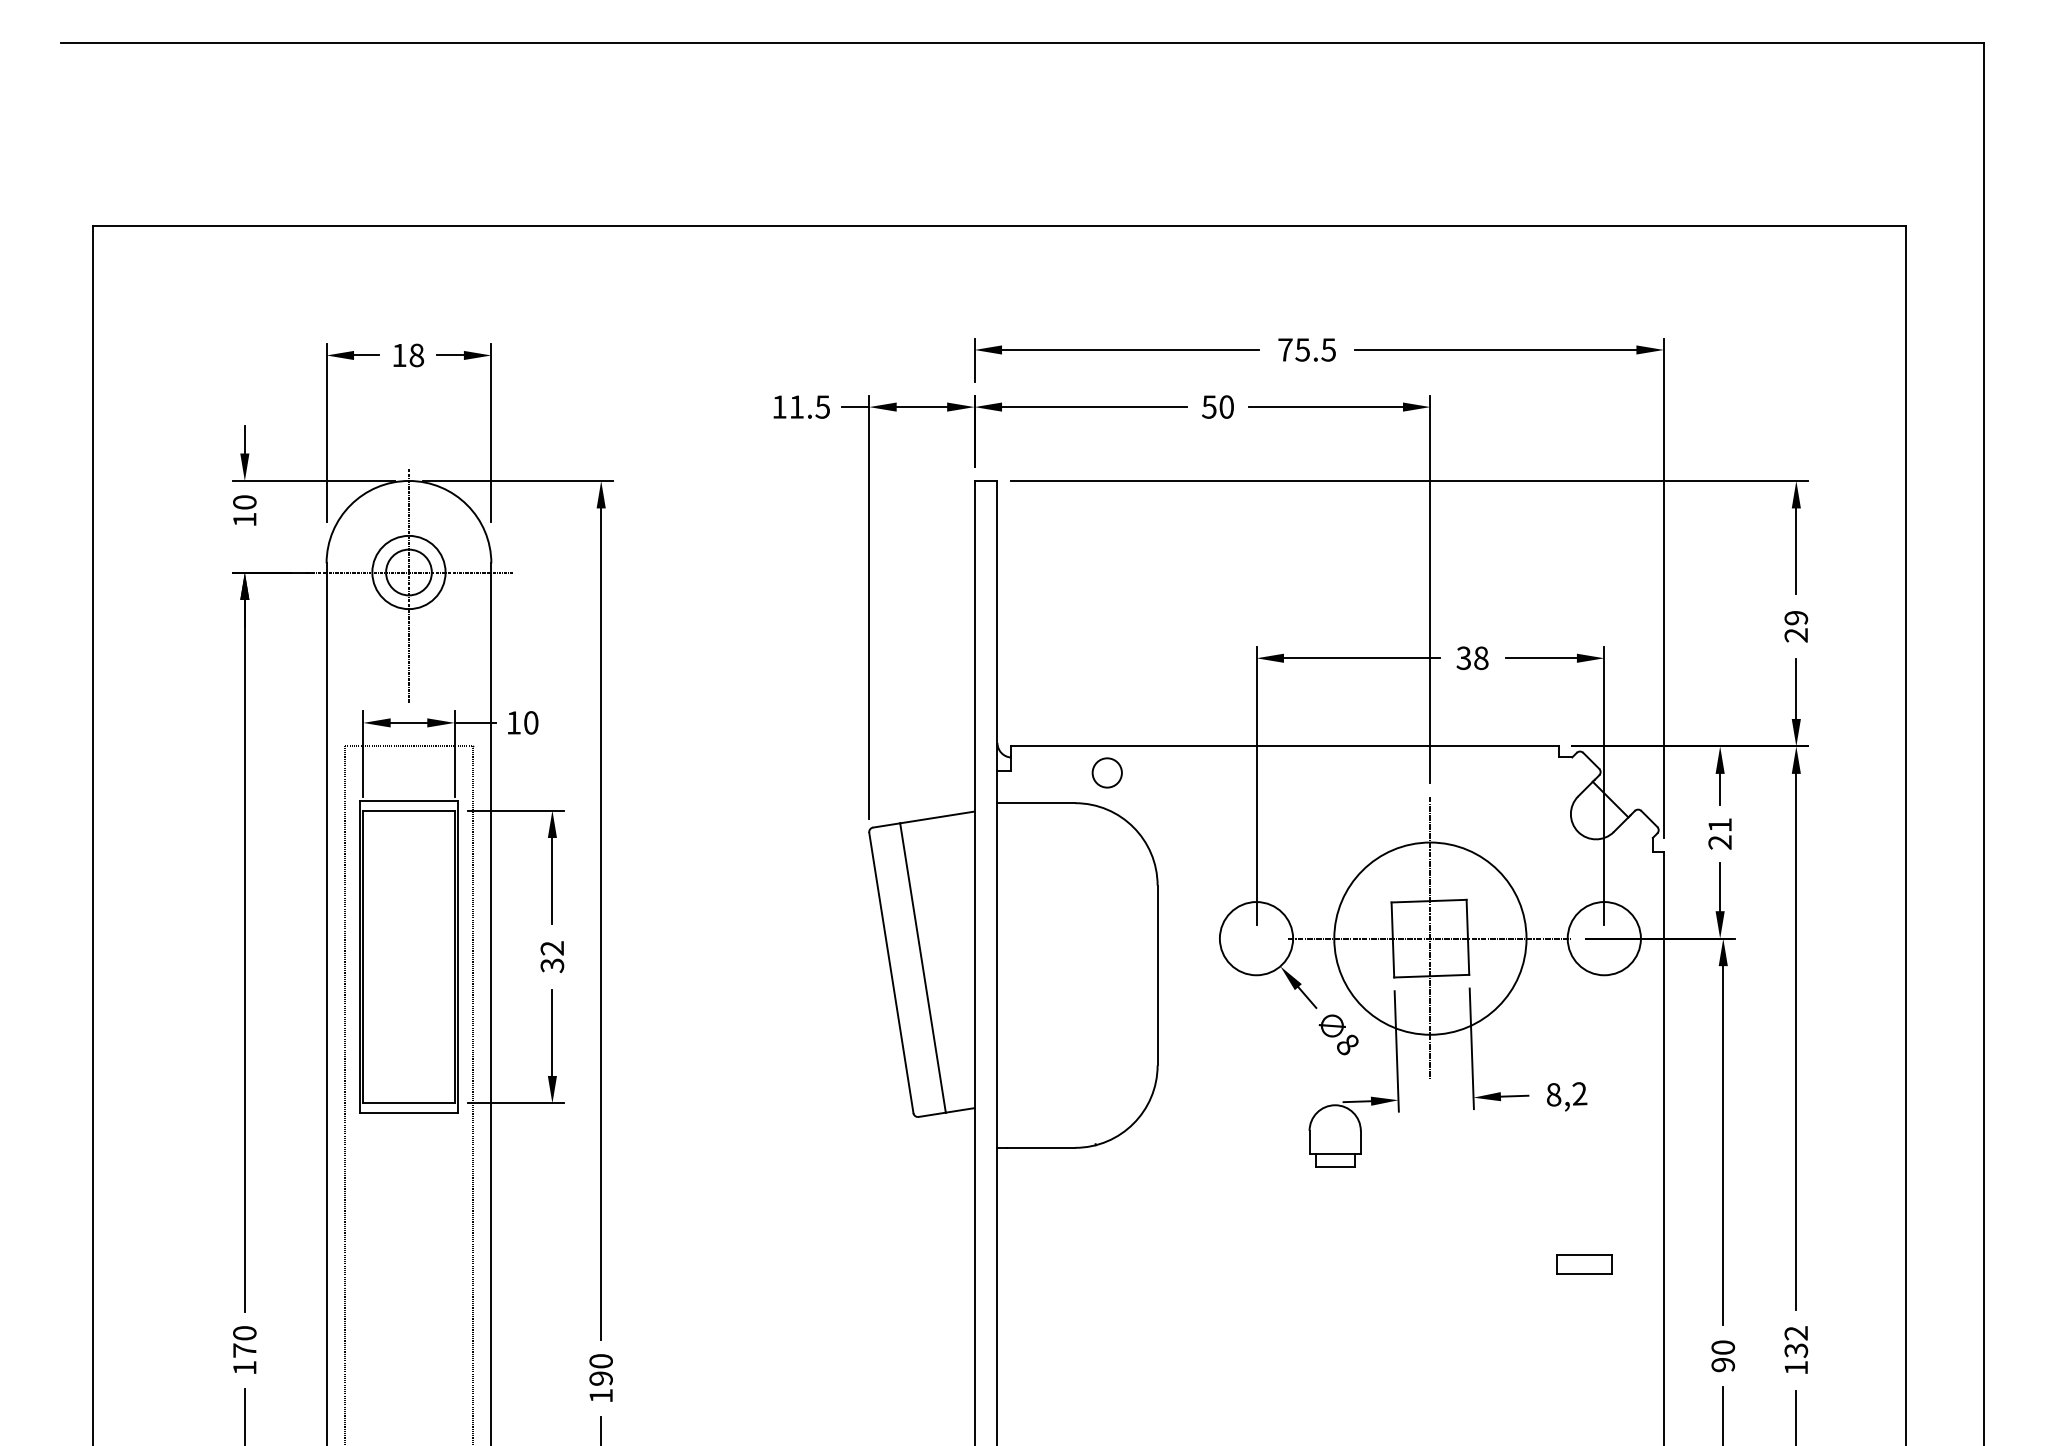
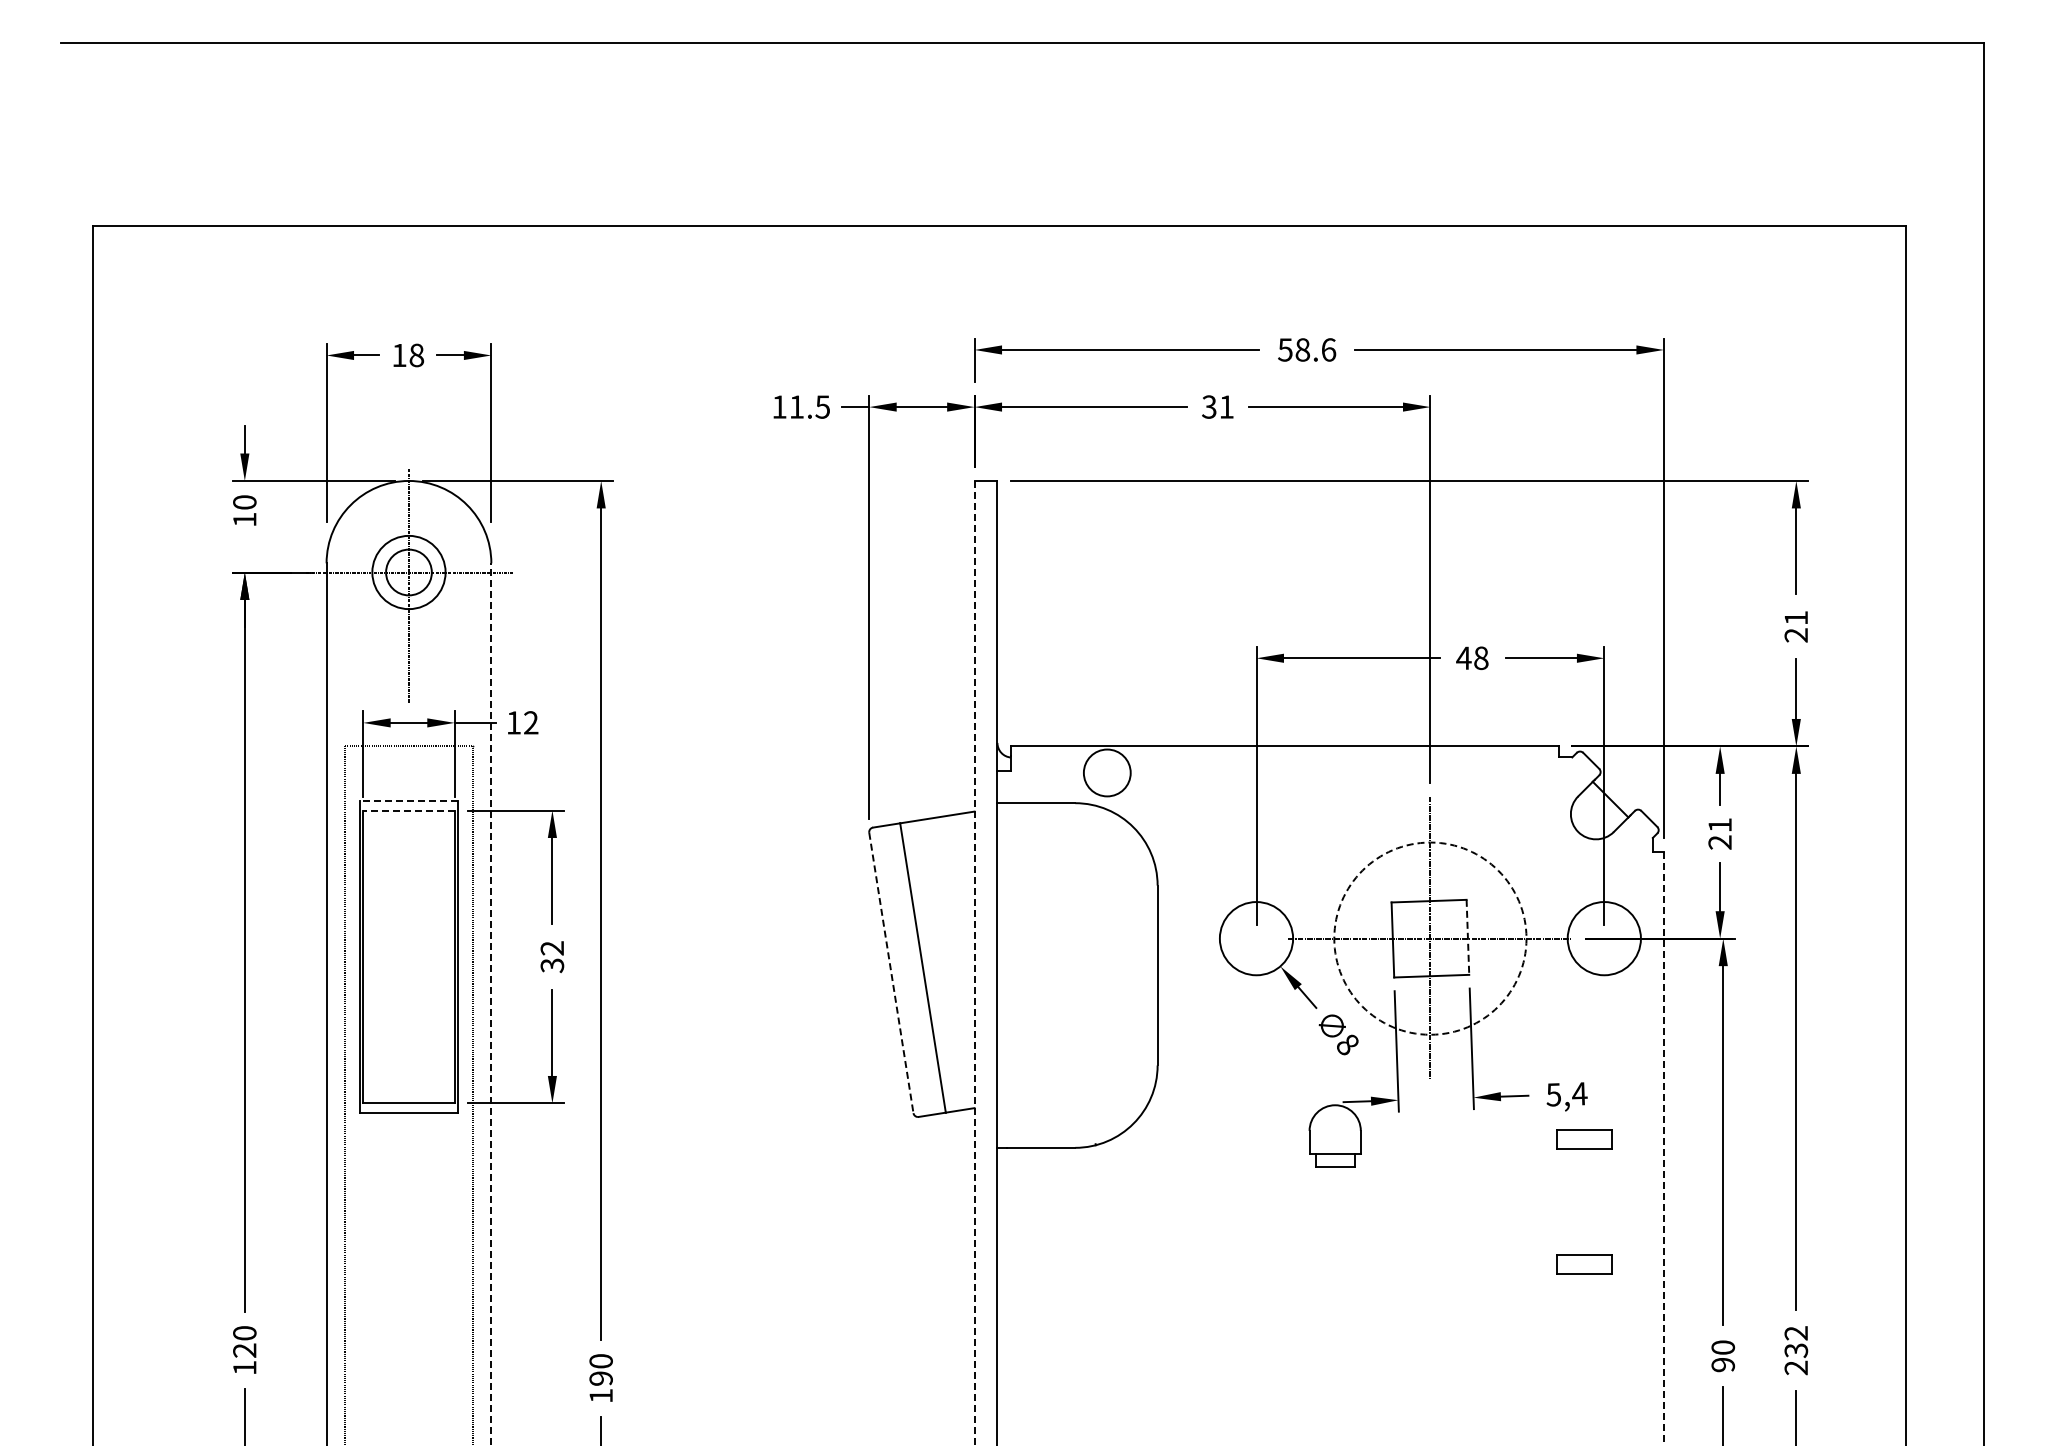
text at (1307, 349): 75.5 -> 58.6
text at (1217, 406): 50 -> 31
text at (1796, 618): 29 -> 21
text at (1463, 658): 38 -> 48
text at (531, 722): 10 -> 12
circle at (1106, 772) diameter: 29 px -> 47 px
line at (408, 801): solid -> dashed
line at (408, 810): solid -> dashed
line at (1467, 937): solid -> dashed
circle at (1430, 938): solid -> dashed
line at (974, 963): solid -> dashed
line at (891, 972): solid -> dashed
line at (491, 1004): solid -> dashed
text at (1566, 1094): 8,2 -> 5,4
part at (1584, 1139): none -> present
line at (1663, 1148): solid -> dashed
text at (244, 1350): 170 -> 120
text at (1795, 1367): 132 -> 232
